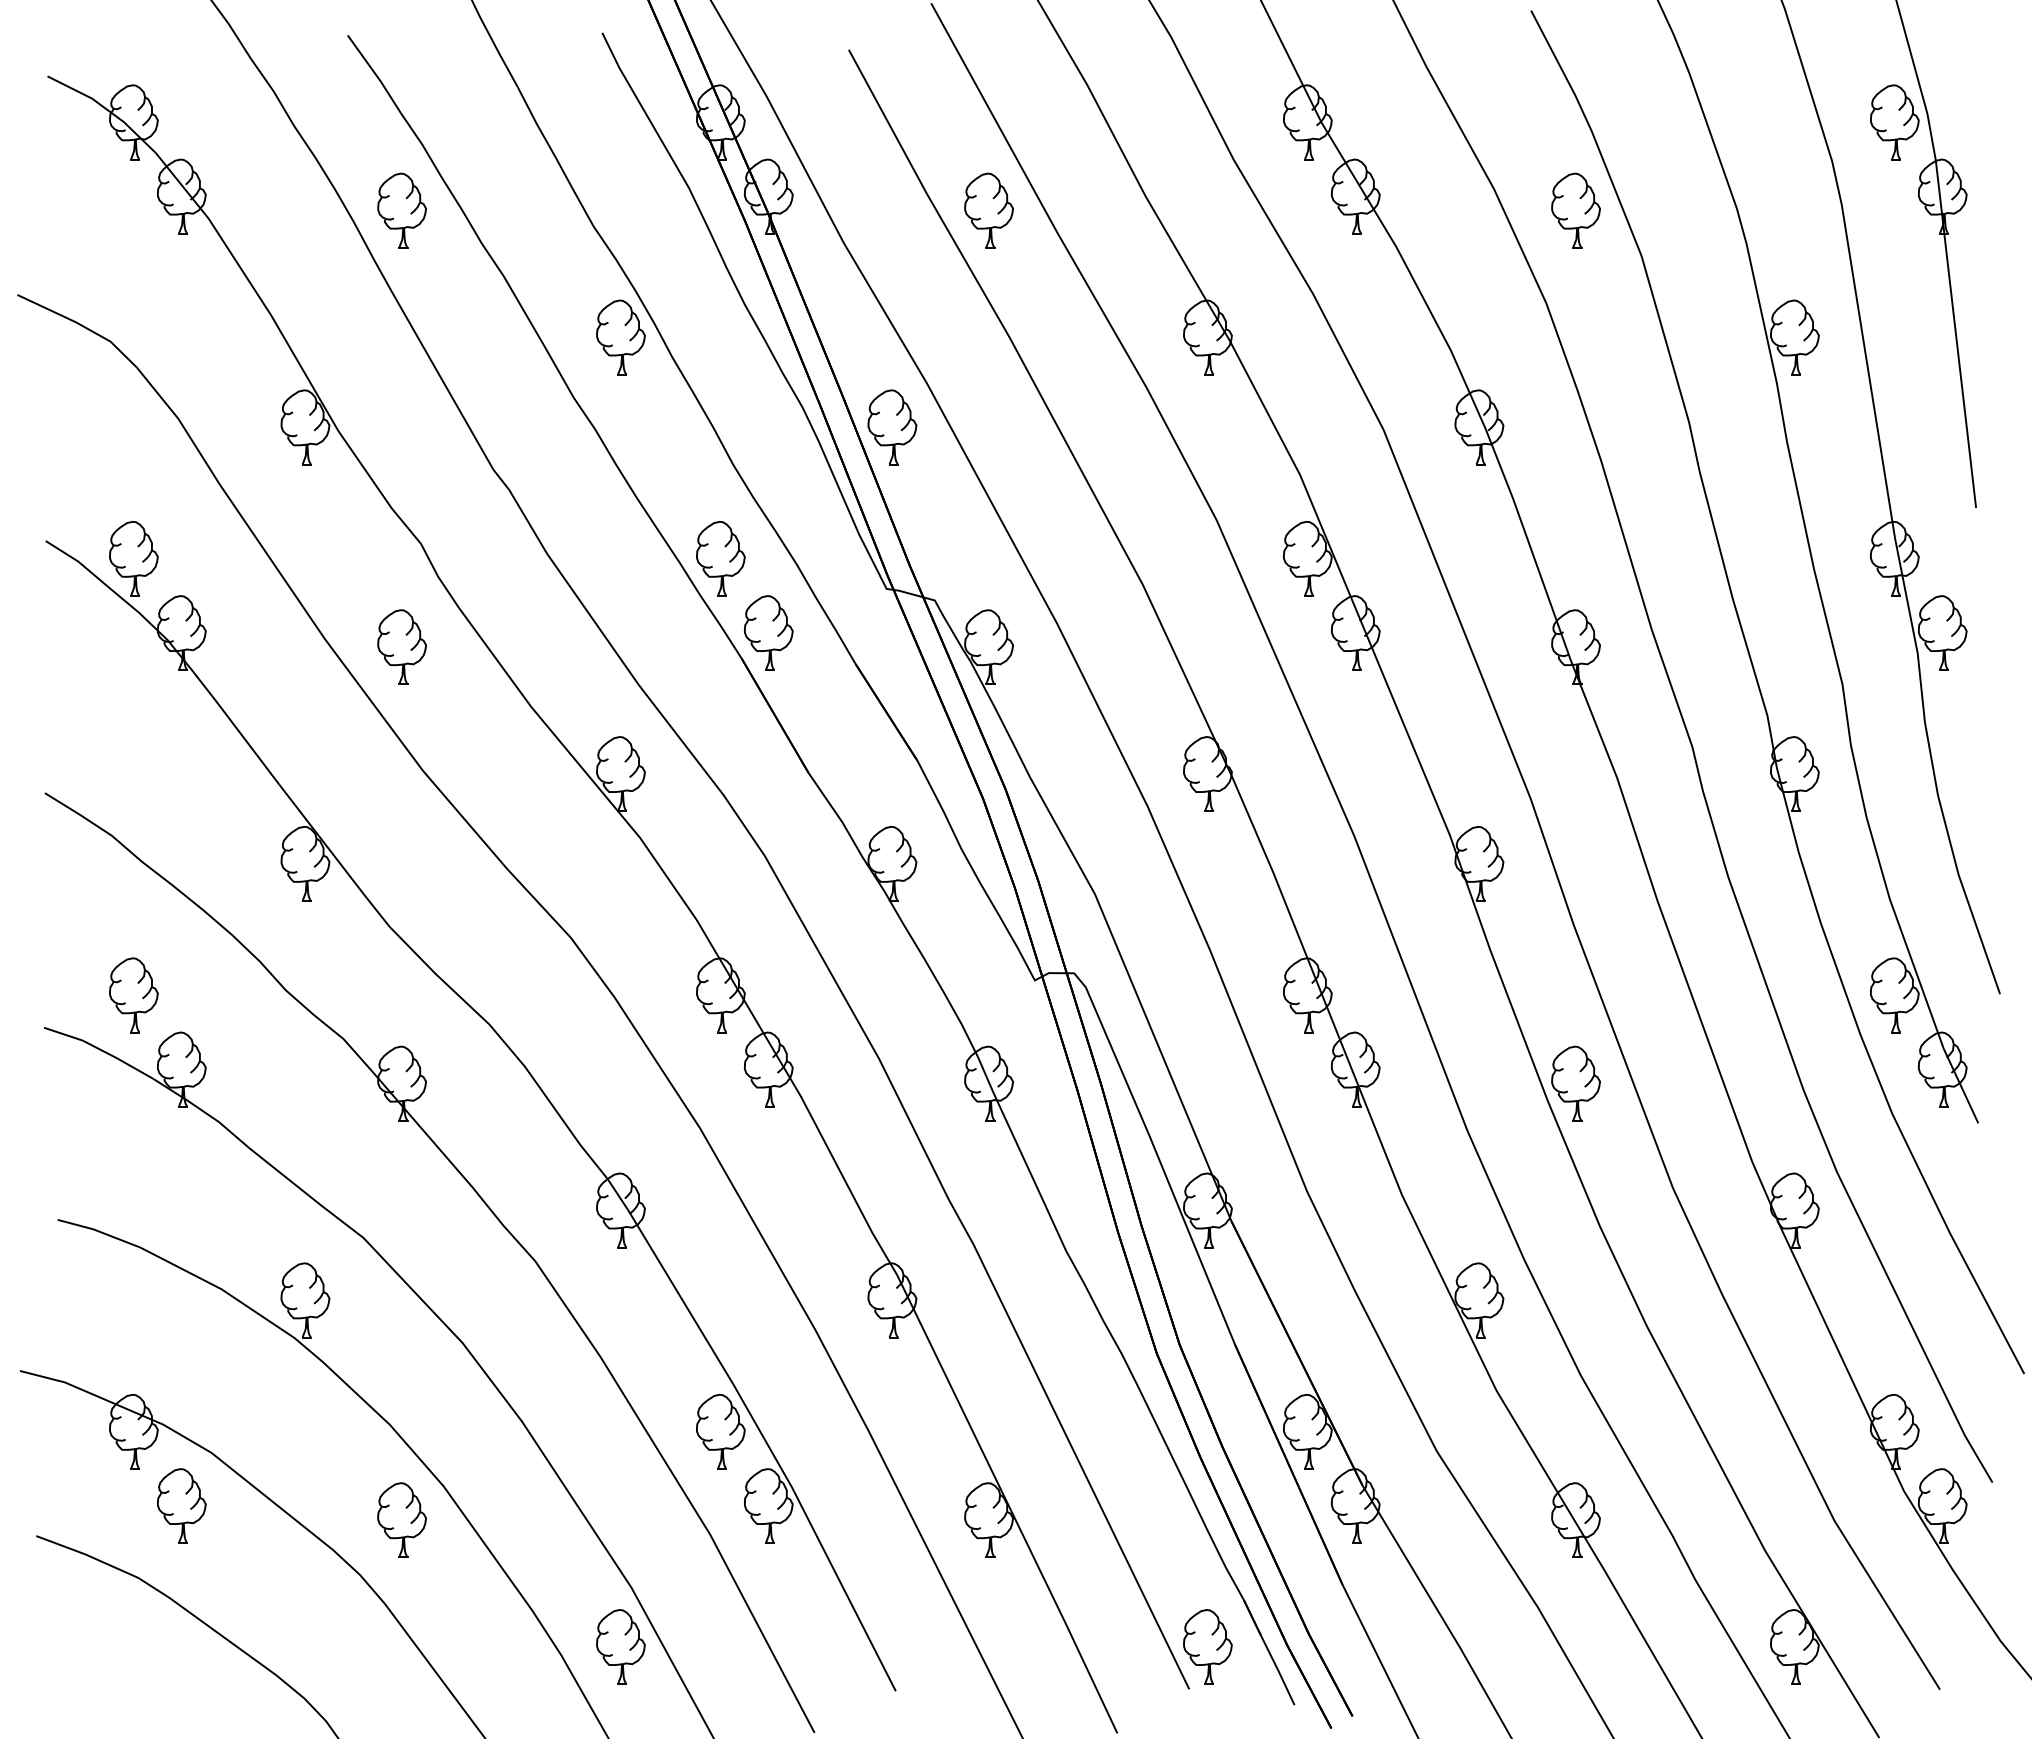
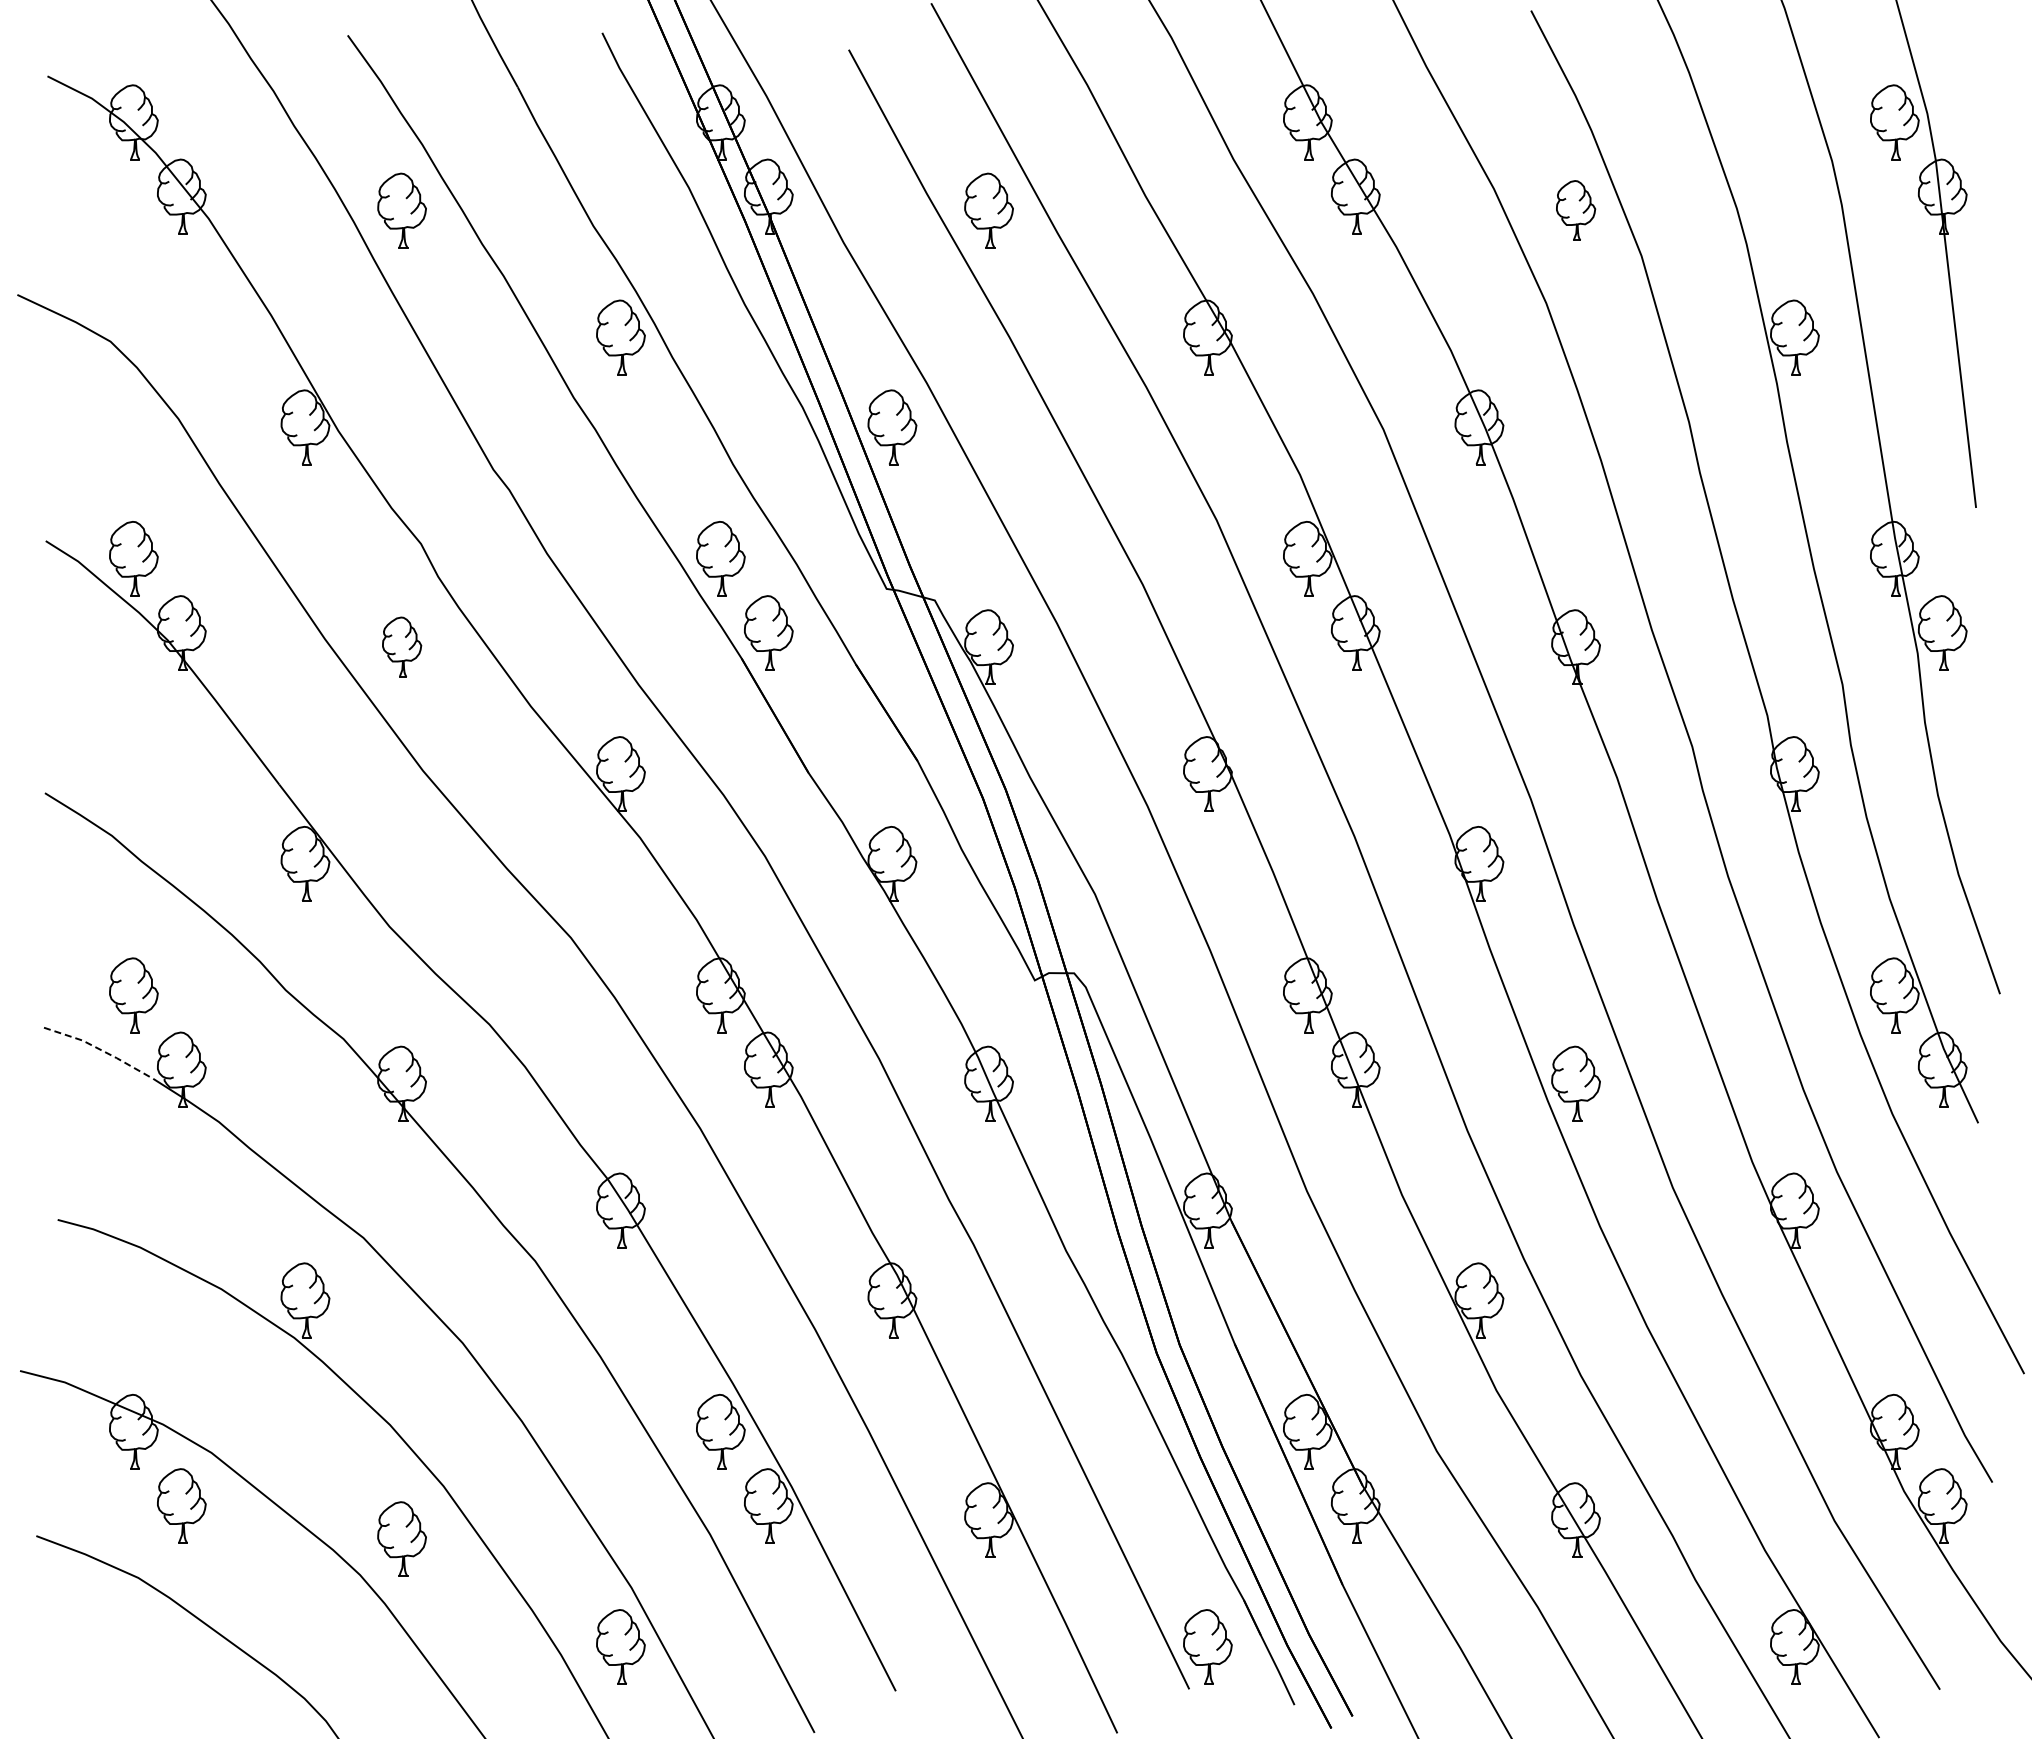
part at (1575, 210) size: 50x77 px -> 41x61 px
part at (401, 646) size: 50x76 px -> 41x62 px
line at (100, 1049): solid -> dashed
part at (401, 1519) position: (401, 1519) -> (401, 1538)
